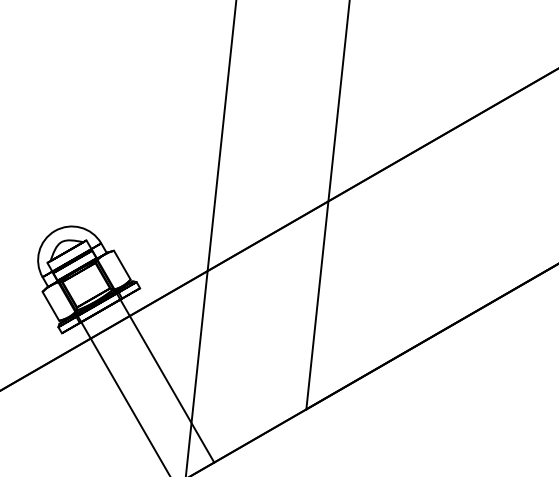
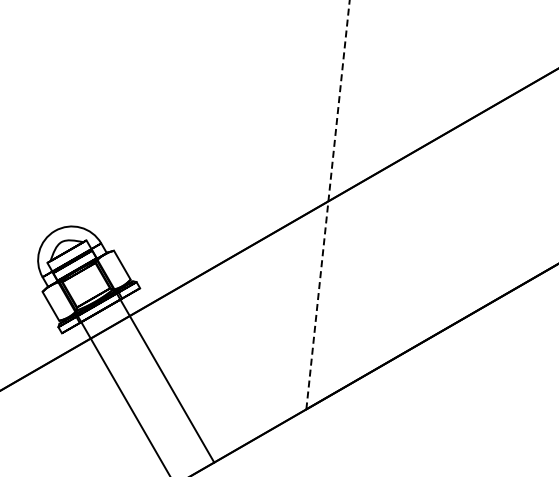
line at (328, 204): solid -> dashed
line at (211, 237): present -> none
